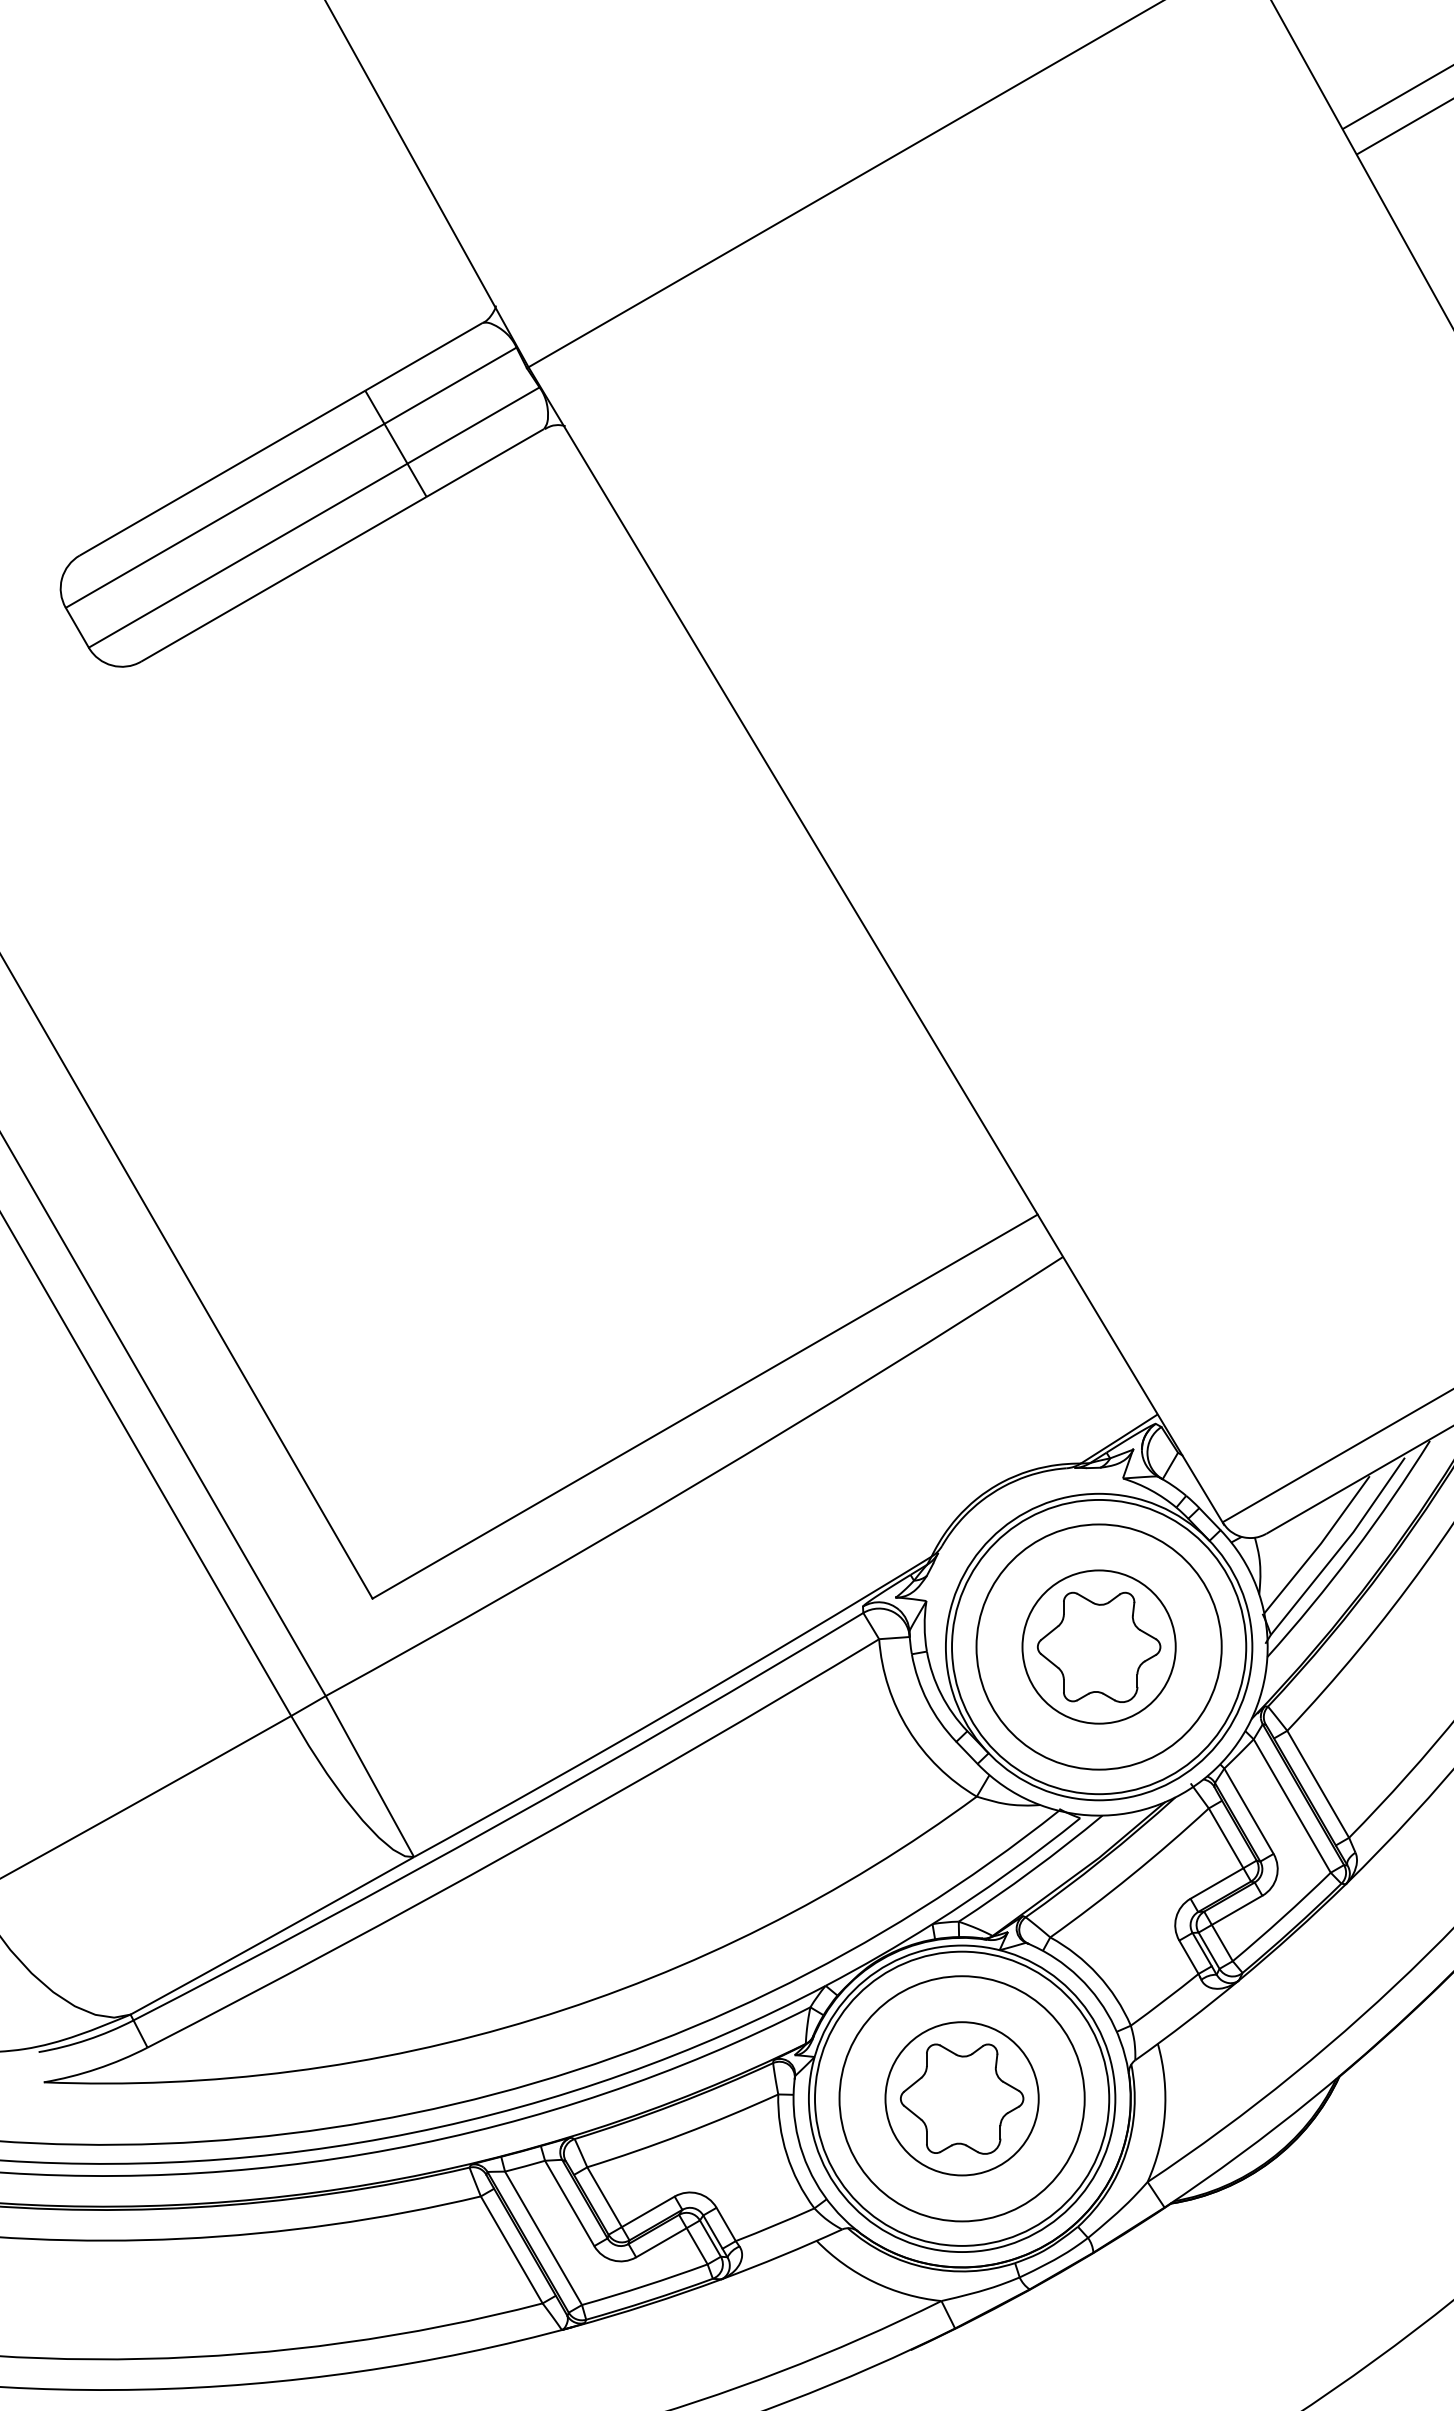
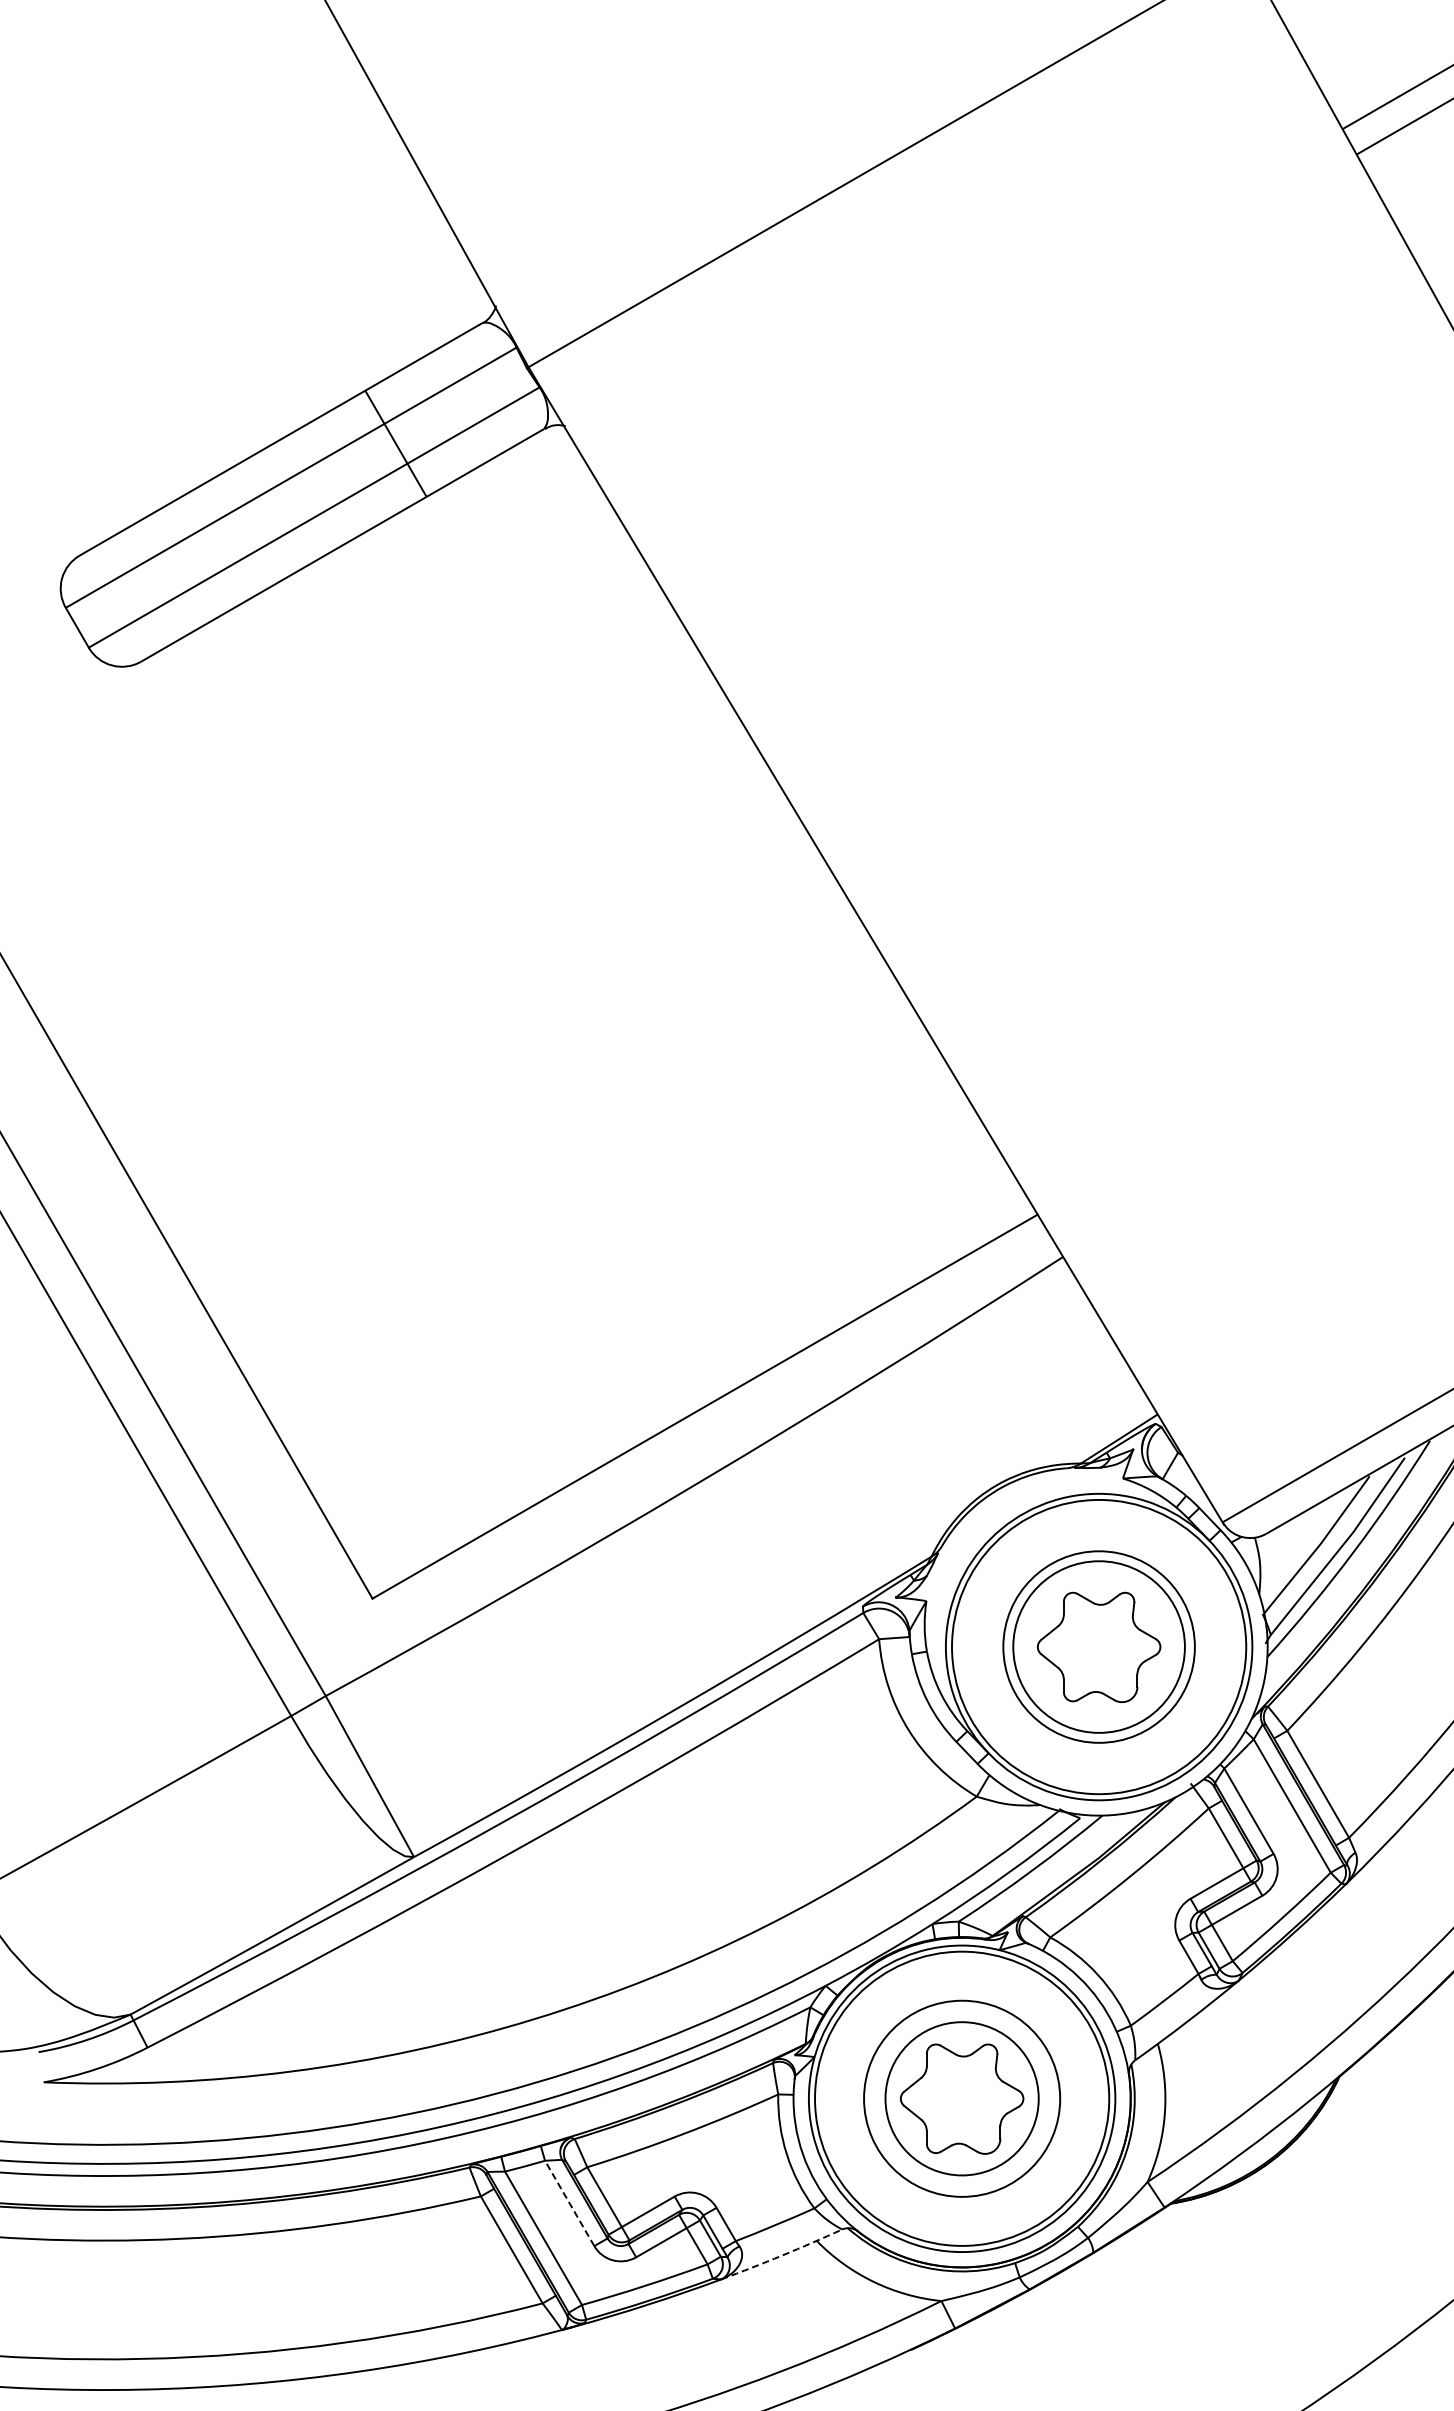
circle at (1098, 1646) diameter: 153 px -> 192 px
circle at (1098, 1646) diameter: 245 px -> 172 px
circle at (961, 2098) diameter: 245 px -> 196 px
line at (569, 2203): solid -> dashed
arc at (782, 2255): solid -> dashed
